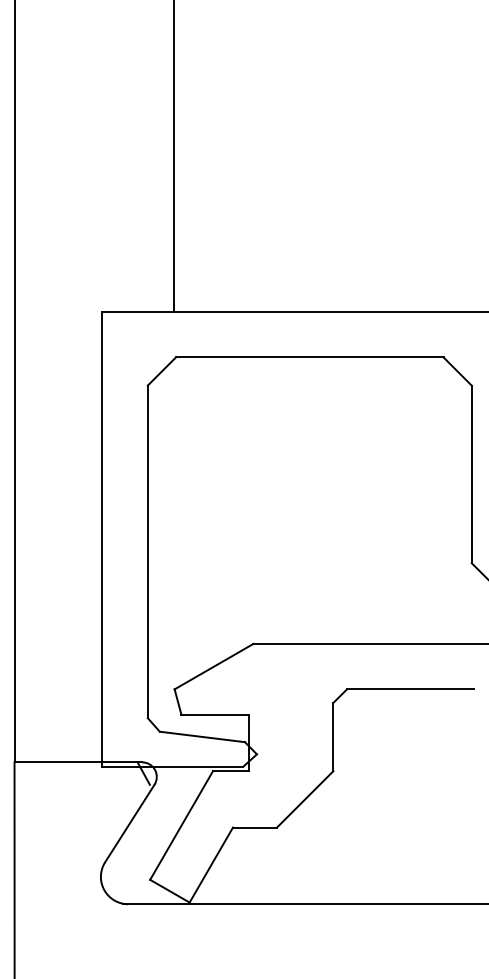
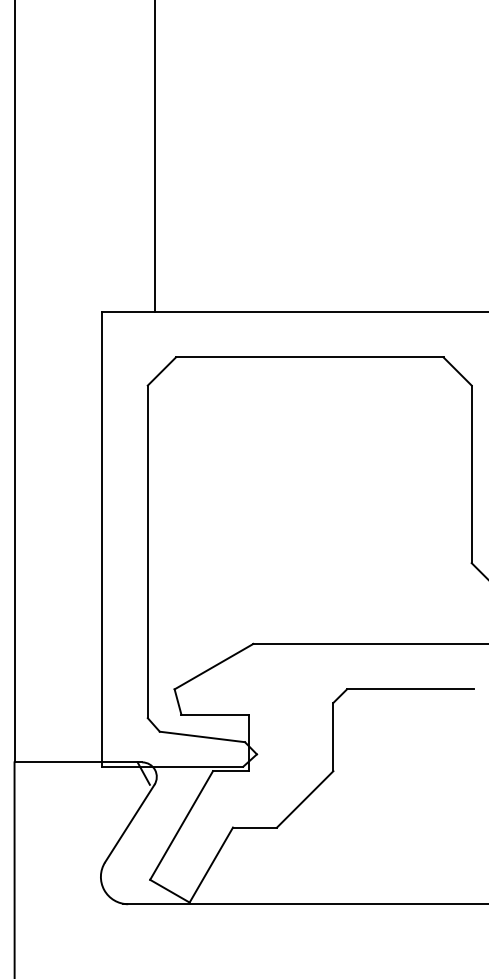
line at (174, 156) position: (174, 156) -> (155, 156)
